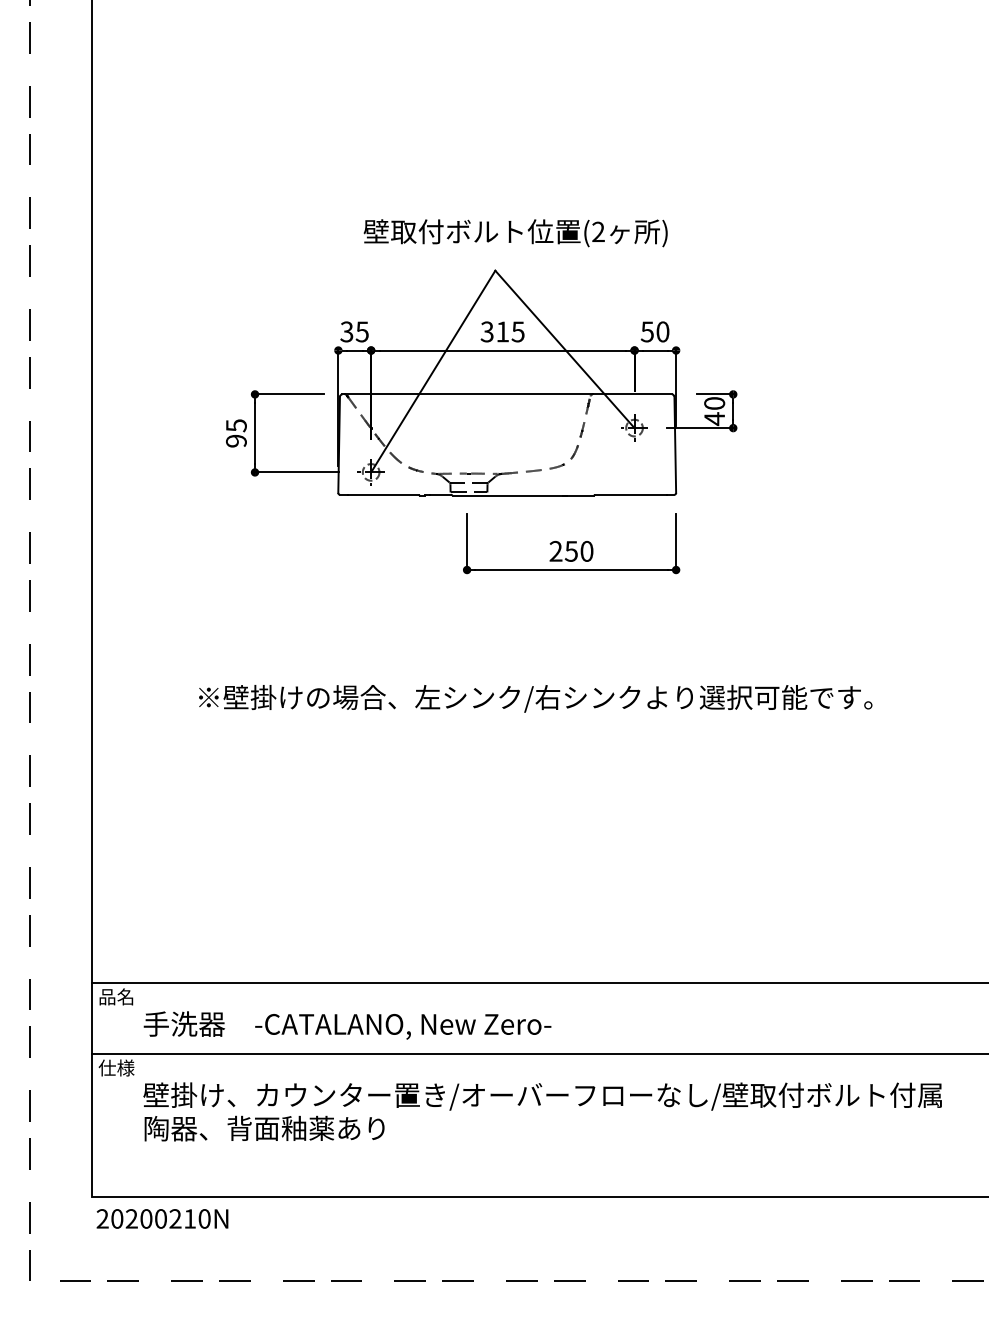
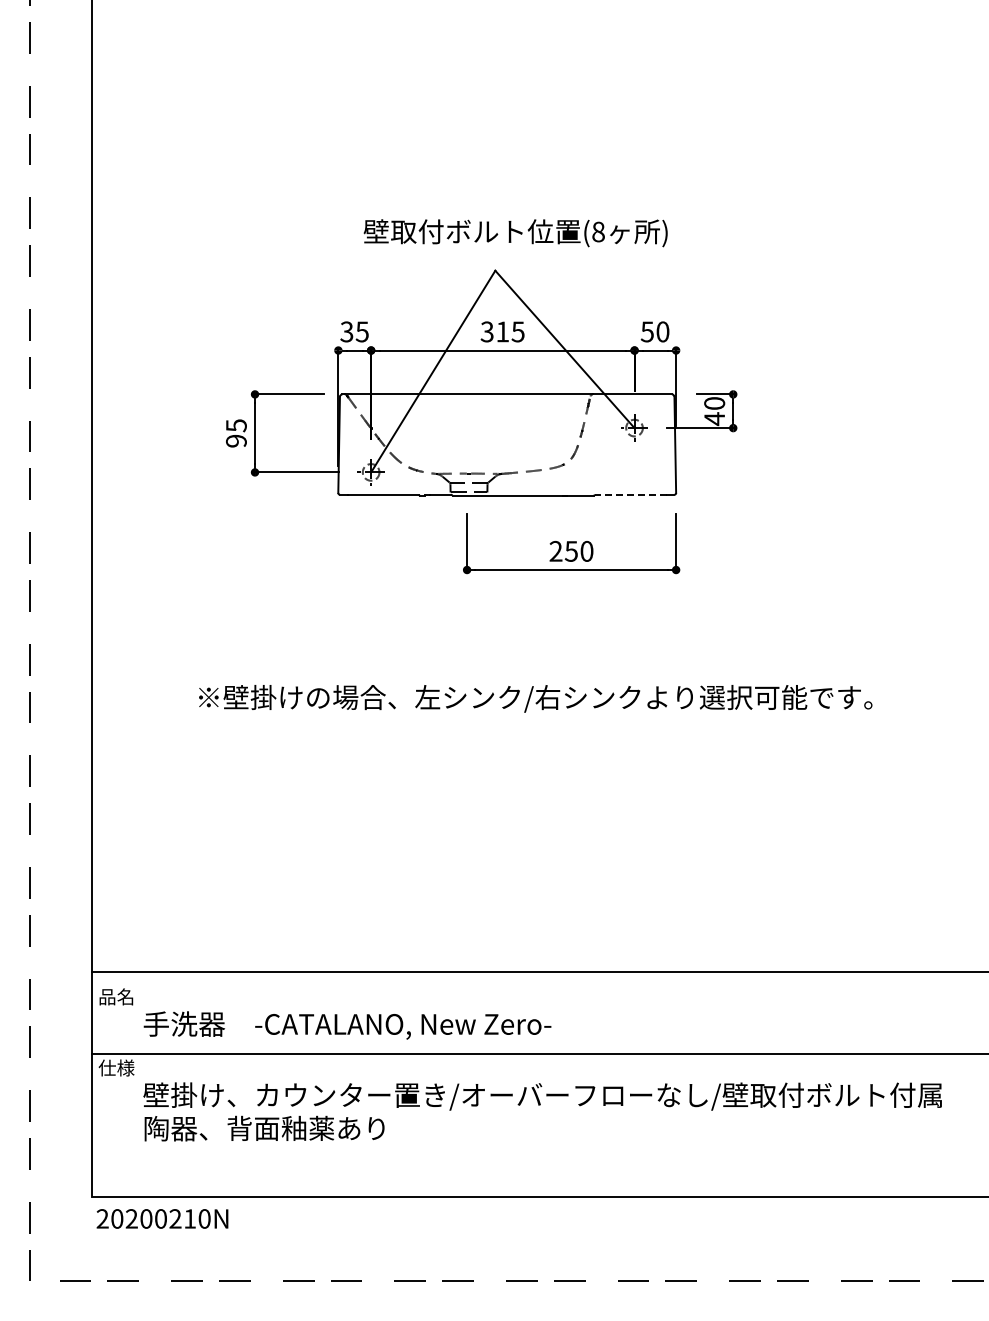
text at (598, 231): (2 -> (8
line at (631, 494): solid -> dashed
line at (538, 983) position: (538, 983) -> (538, 972)
